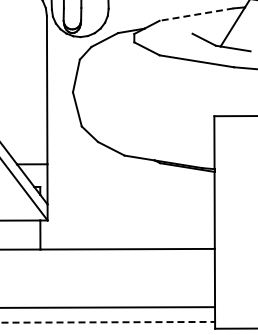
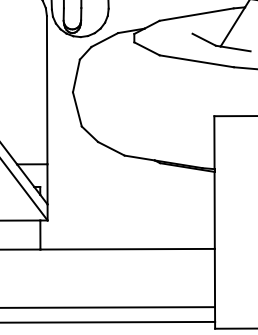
line at (196, 14): dashed -> solid
line at (108, 322): dashed -> solid
